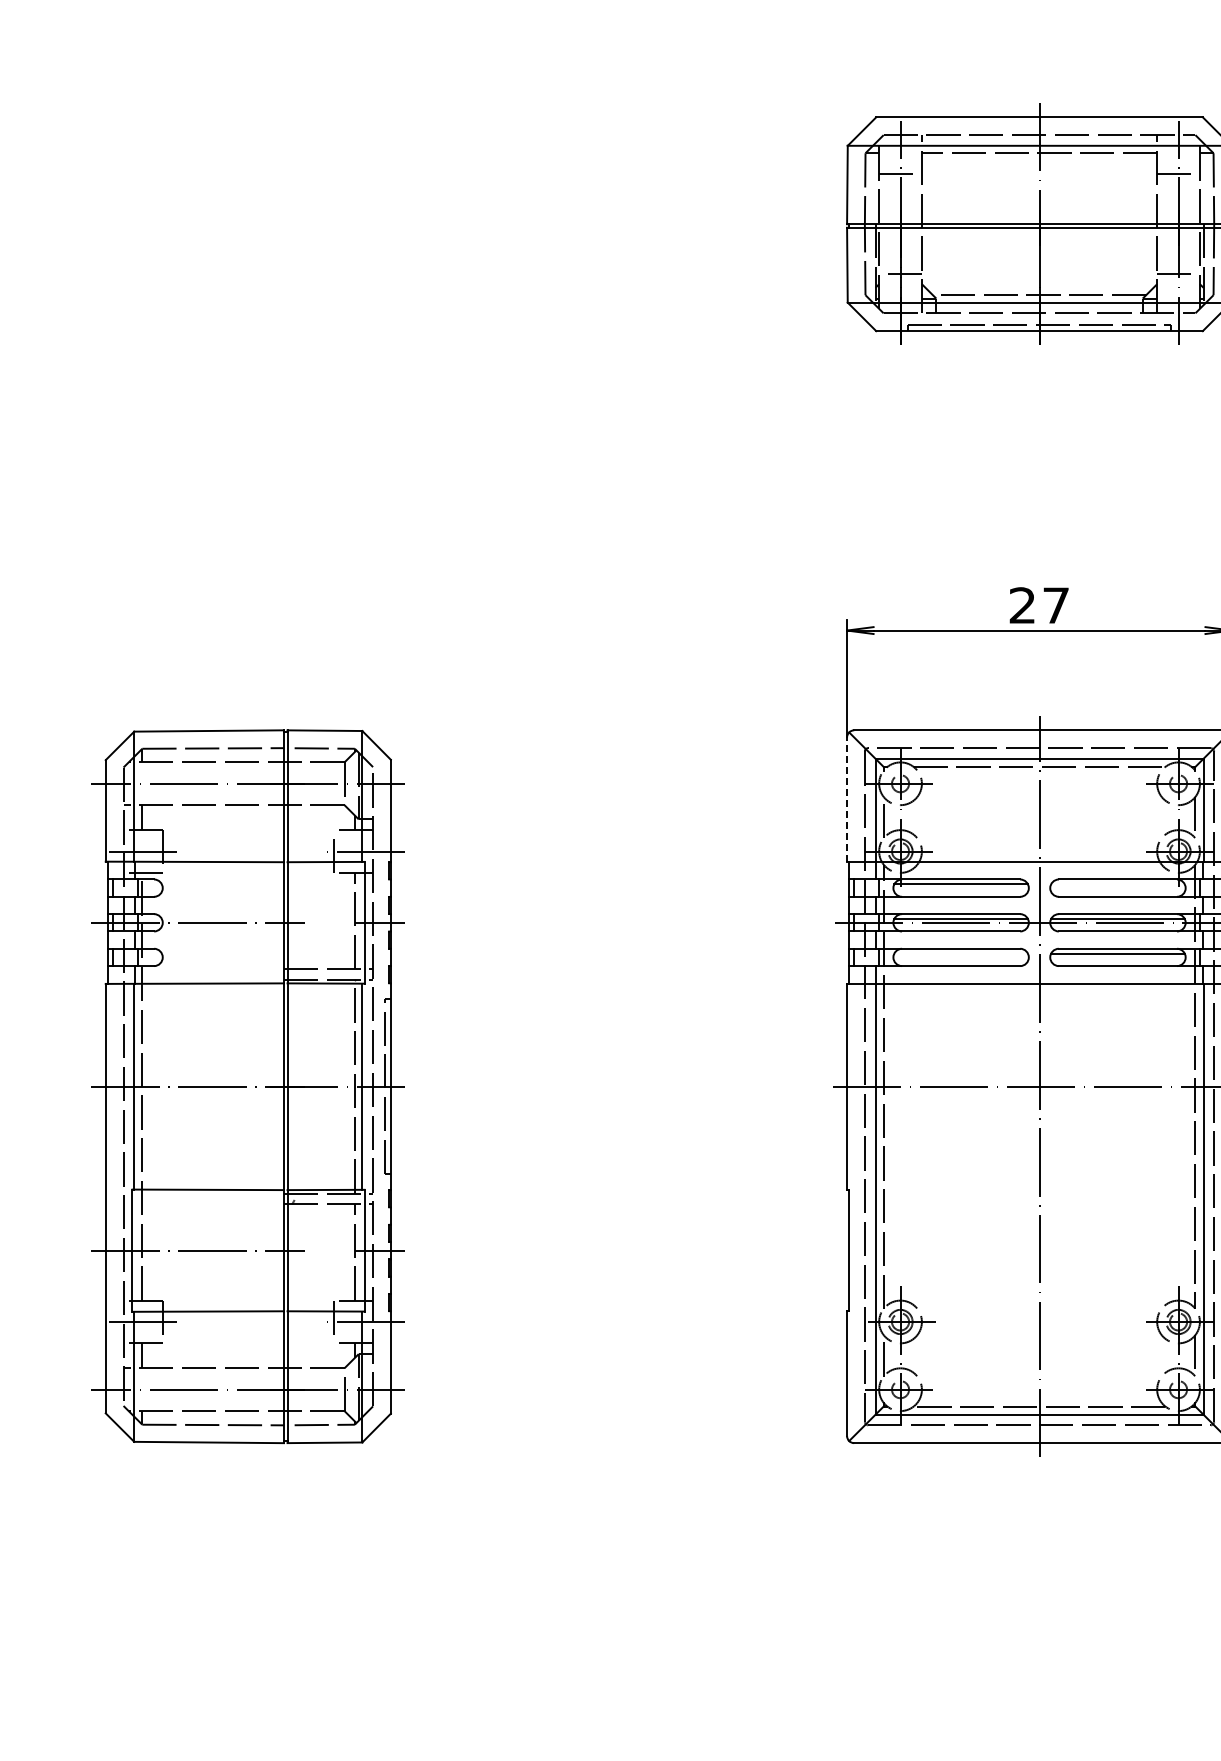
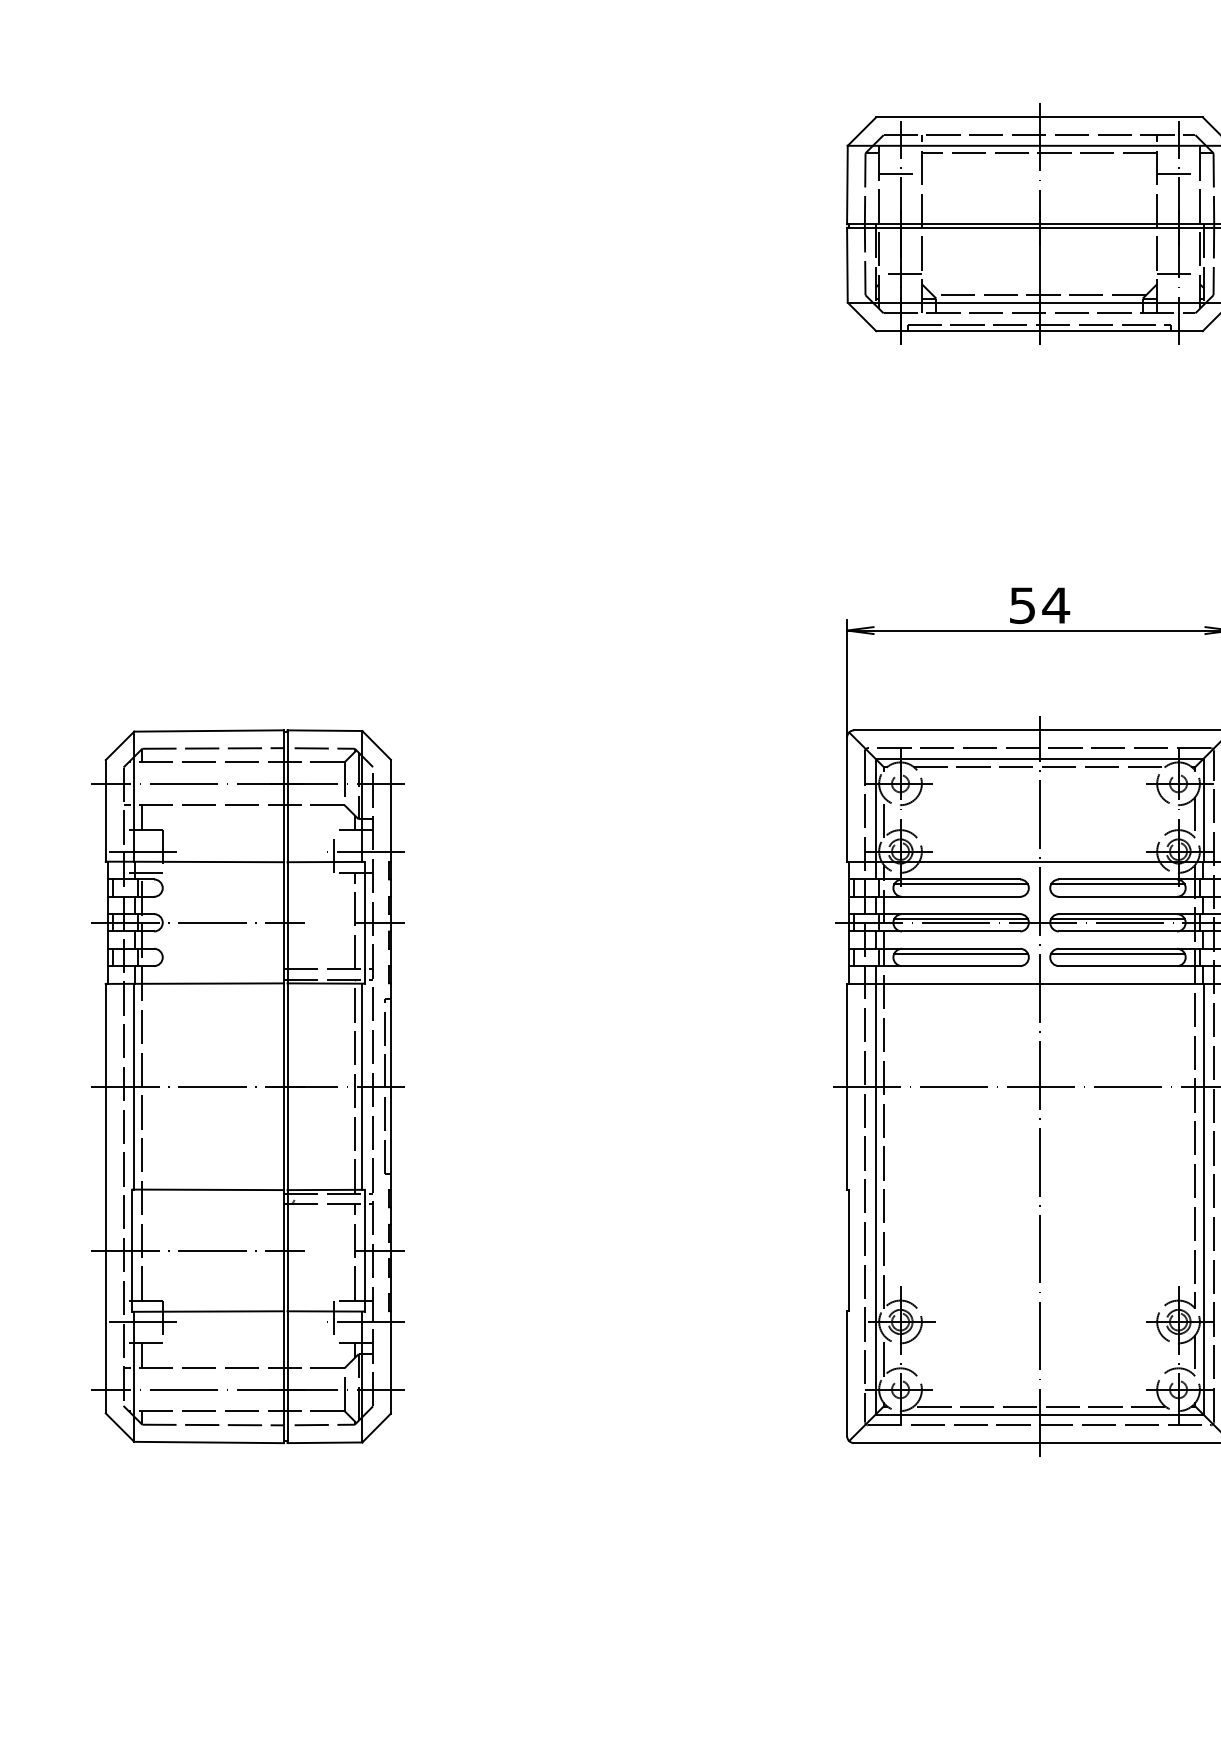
text at (1039, 605): 27 -> 54
line at (847, 799): dashed -> solid
line at (1117, 884): none -> present
line at (961, 953): none -> present
